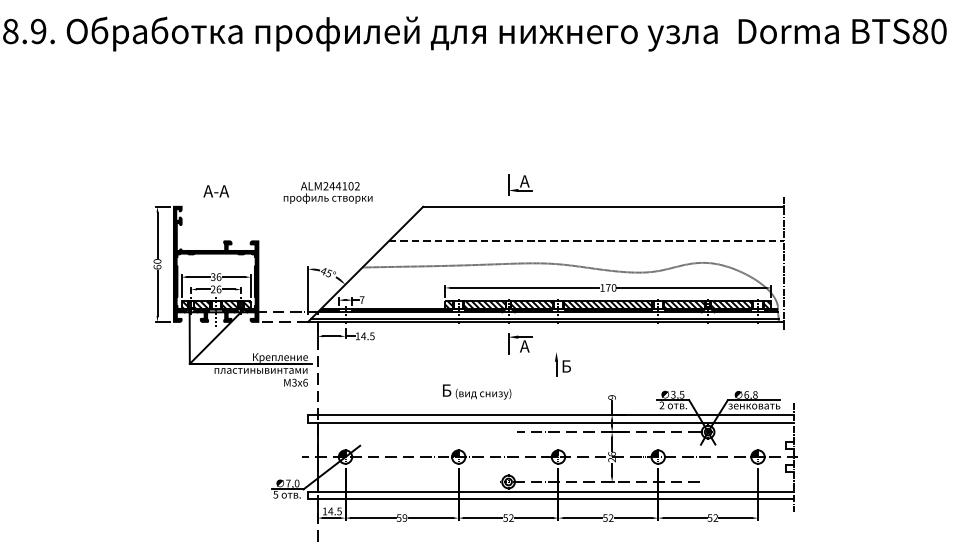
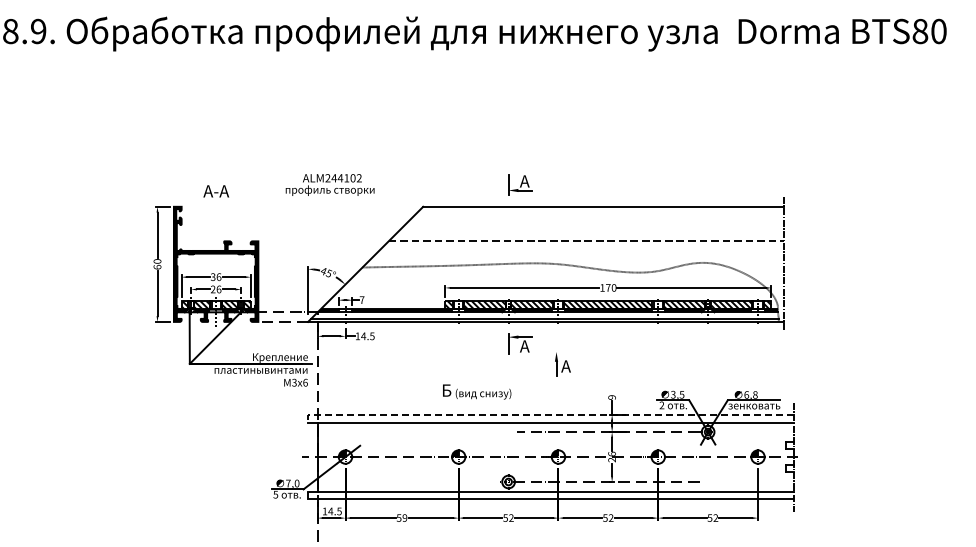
text at (327, 192) position: (327, 192) -> (329, 184)
text at (565, 366): Б -> А
line at (546, 414): solid -> dashed
